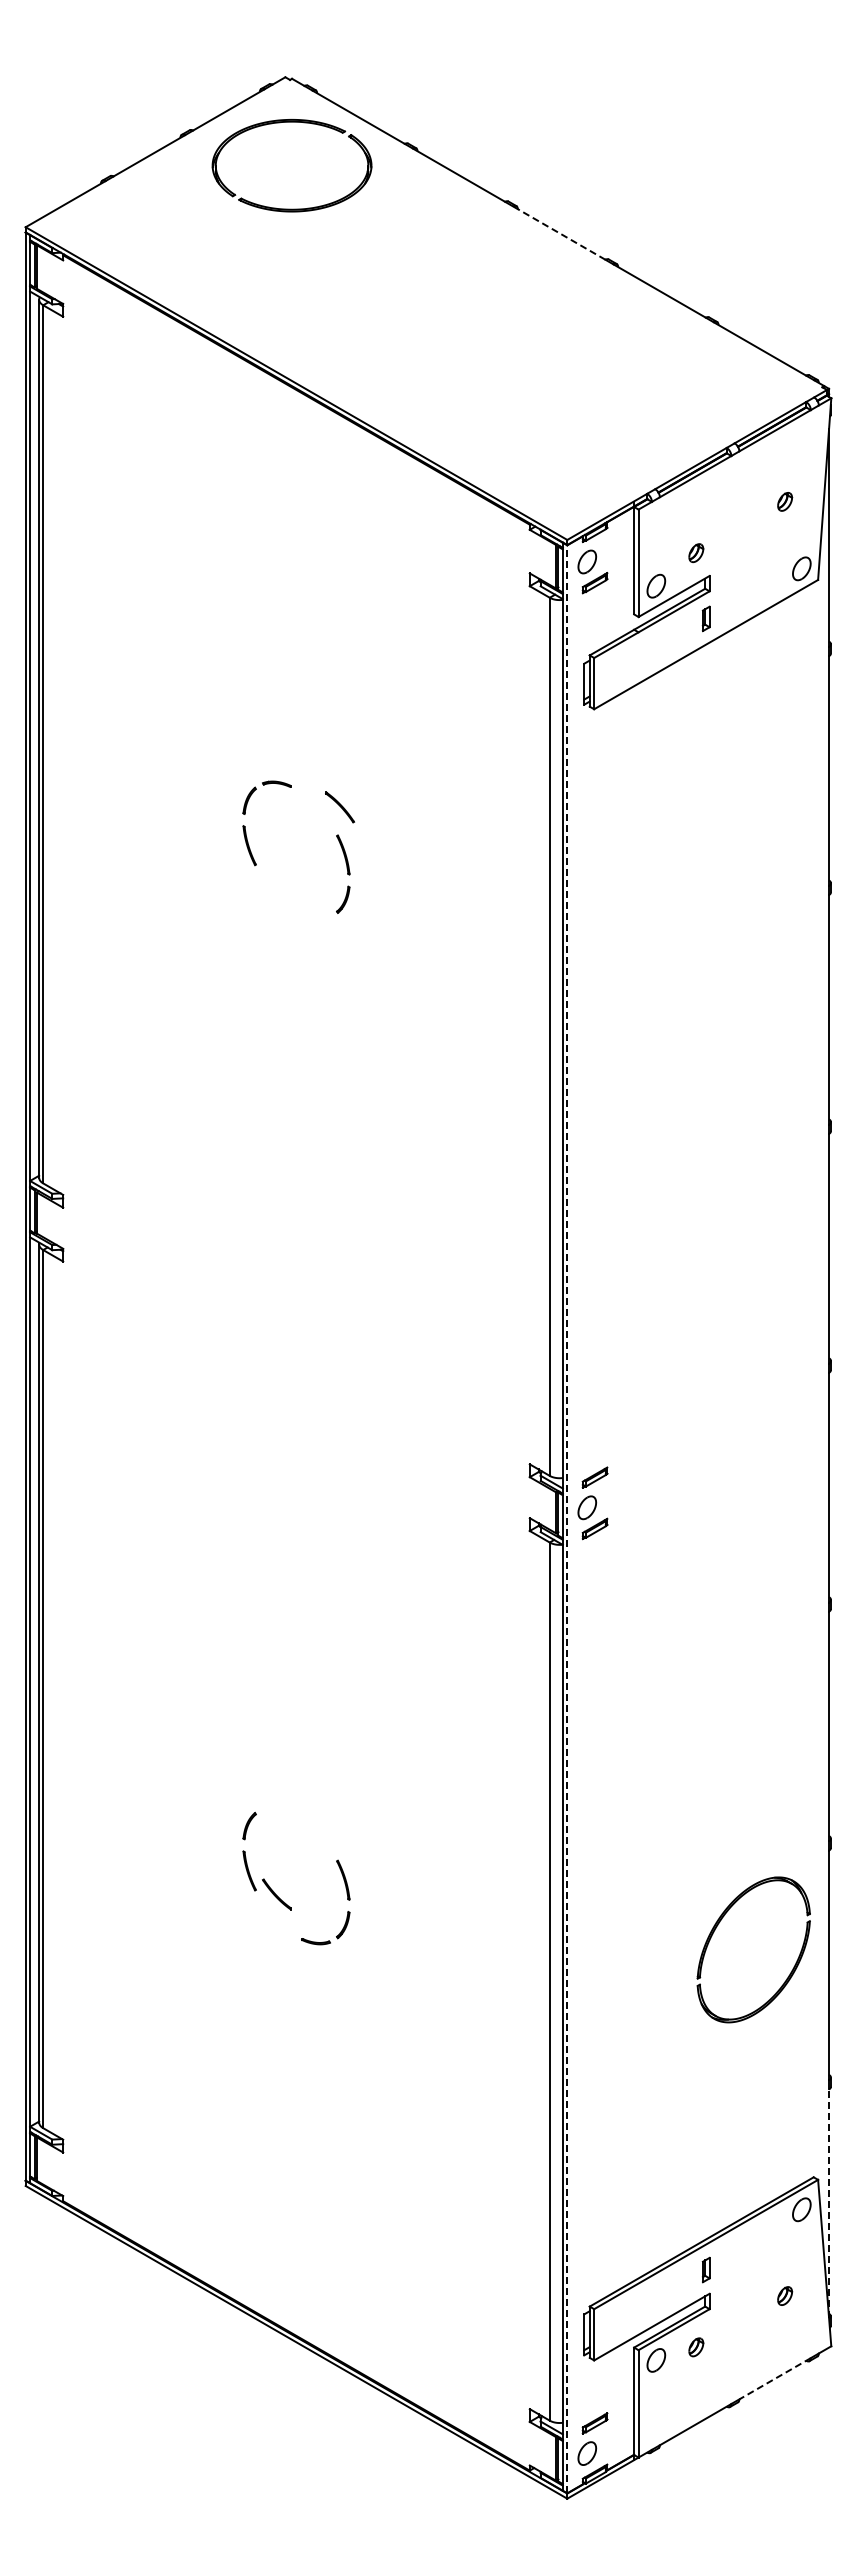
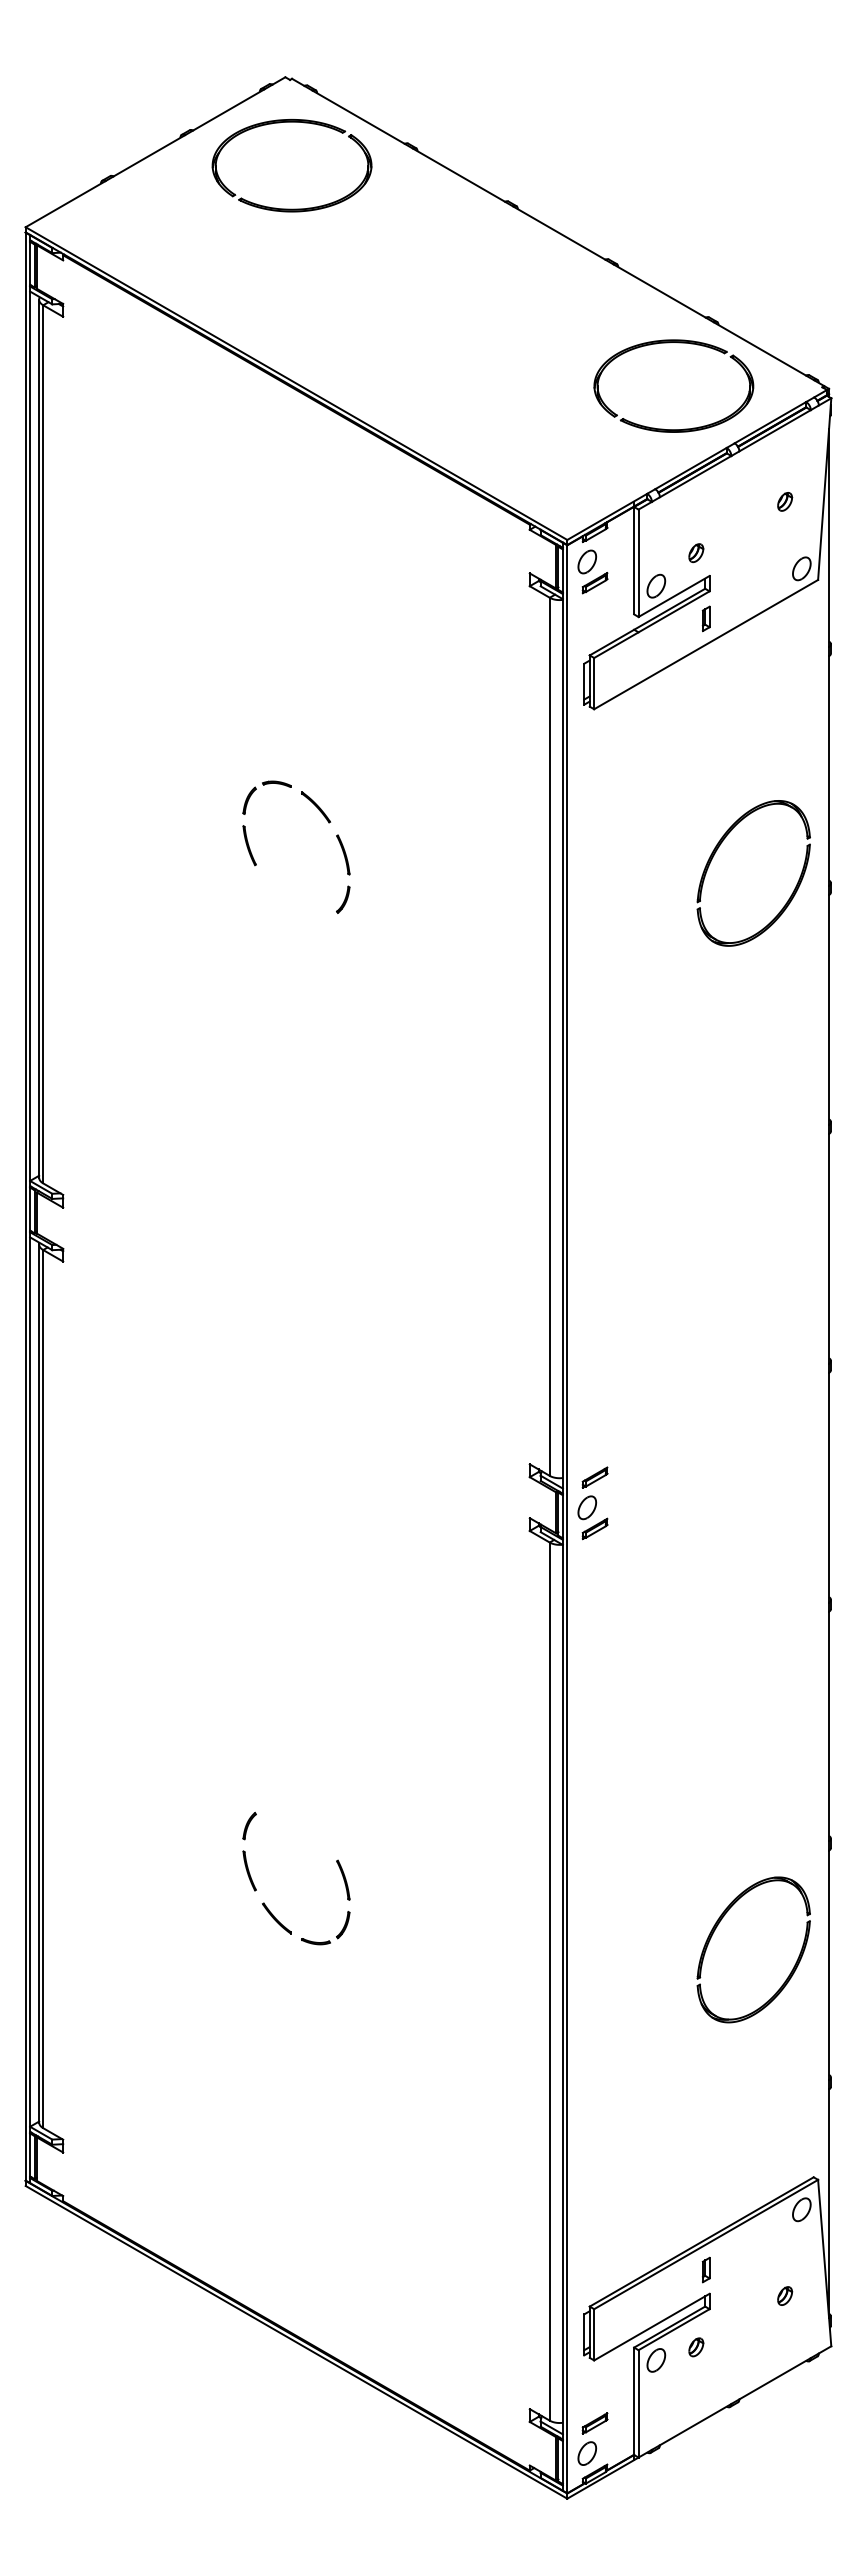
line at (558, 232): dashed -> solid
part at (669, 343): none -> present
part at (340, 807) position: (340, 807) -> (316, 807)
part at (716, 852): none -> present
line at (567, 1519): dashed -> solid
part at (276, 1894) position: (276, 1894) -> (276, 1918)
line at (829, 2203): dashed -> solid
line at (774, 2379): dashed -> solid
